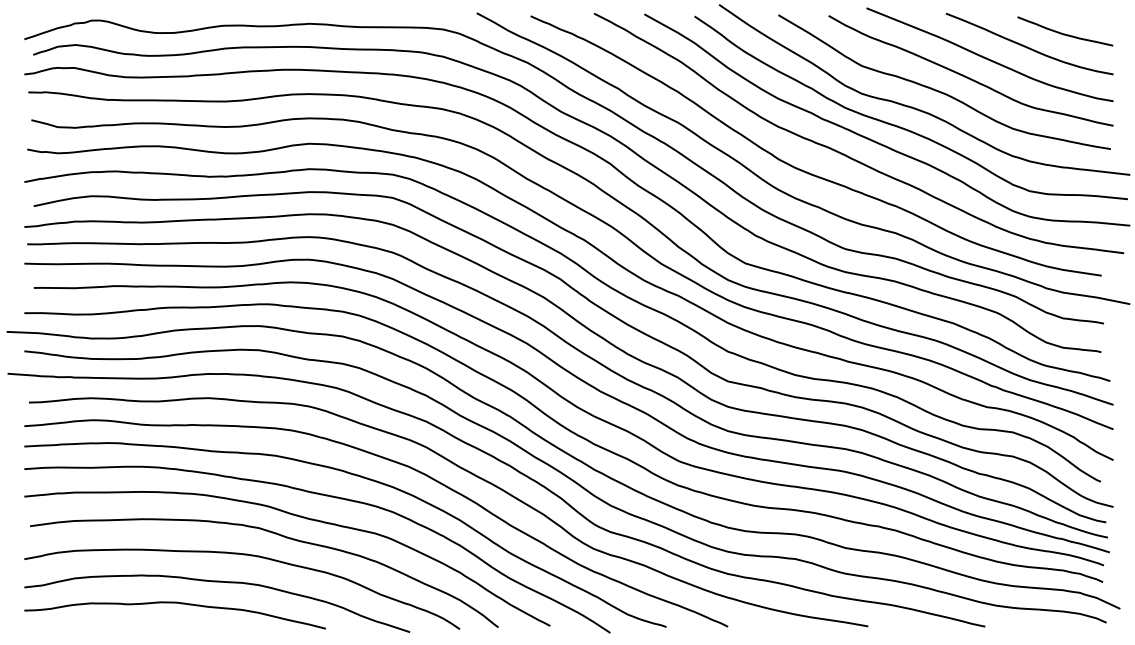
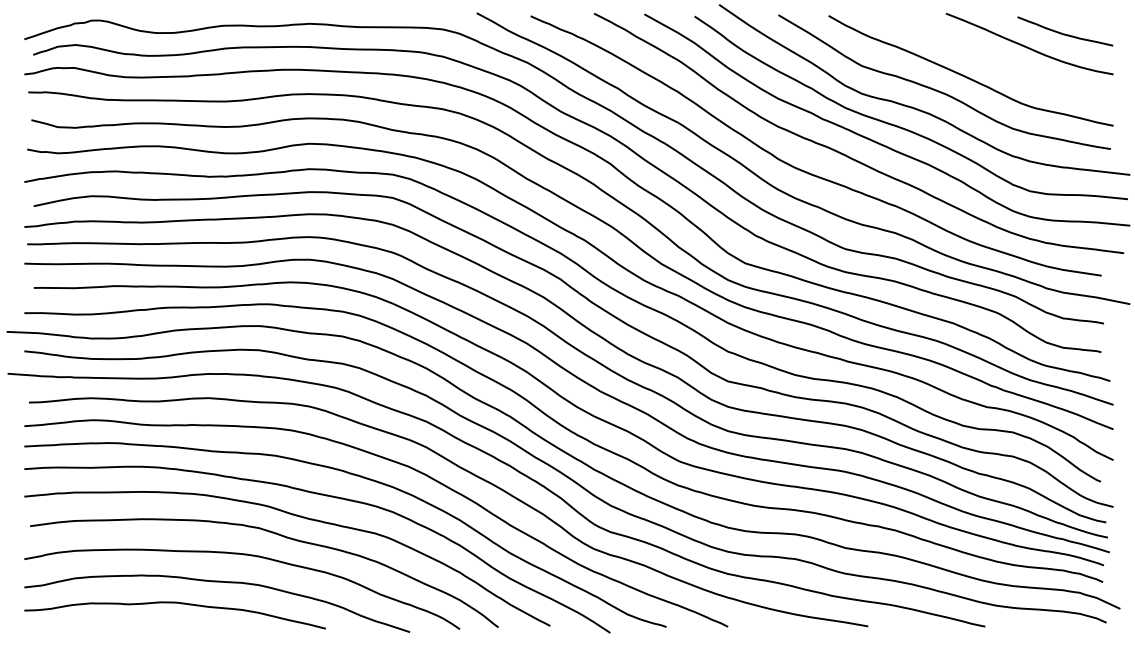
curve at (989, 58): present -> none
